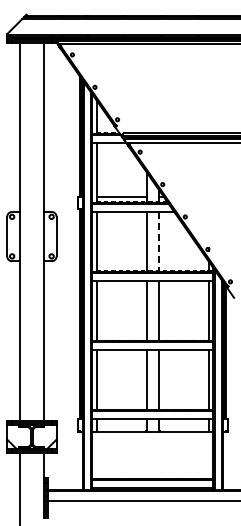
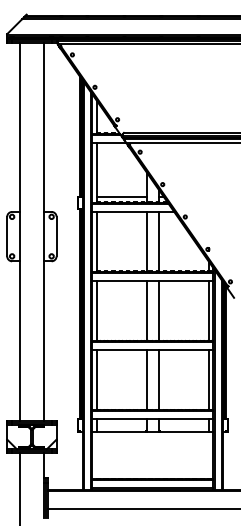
line at (159, 241): dashed -> solid
line at (142, 501) position: (142, 501) -> (142, 509)
